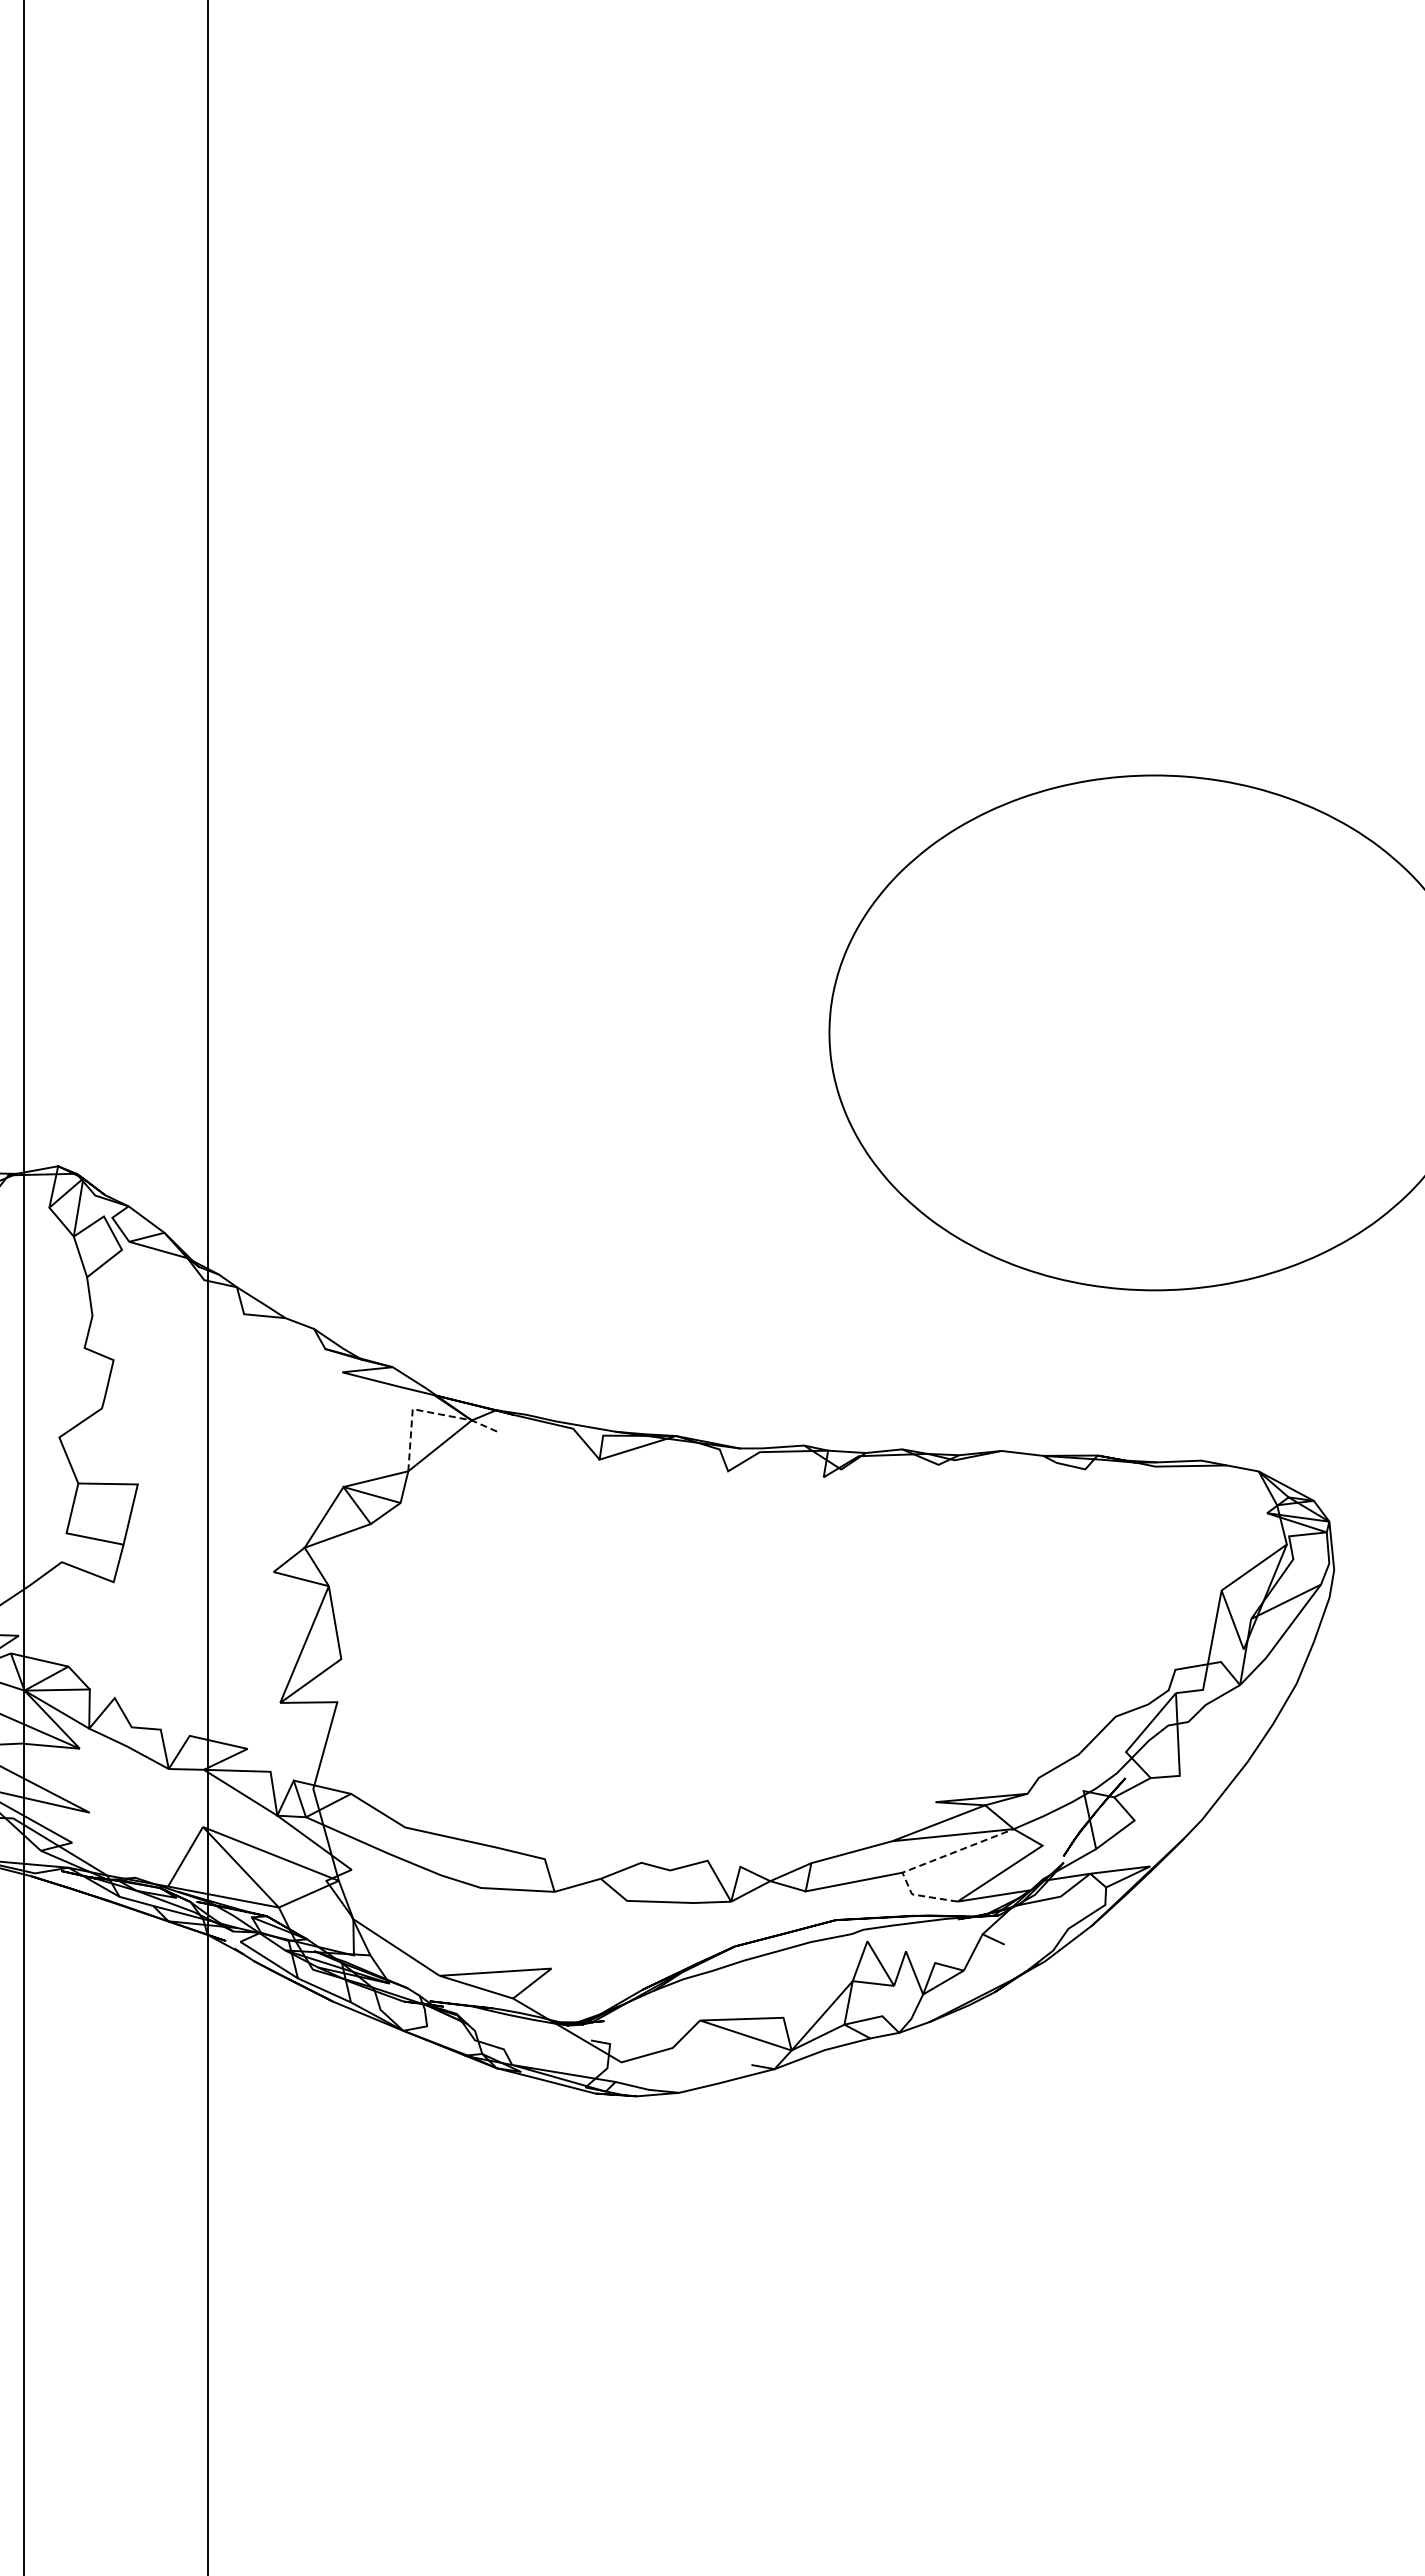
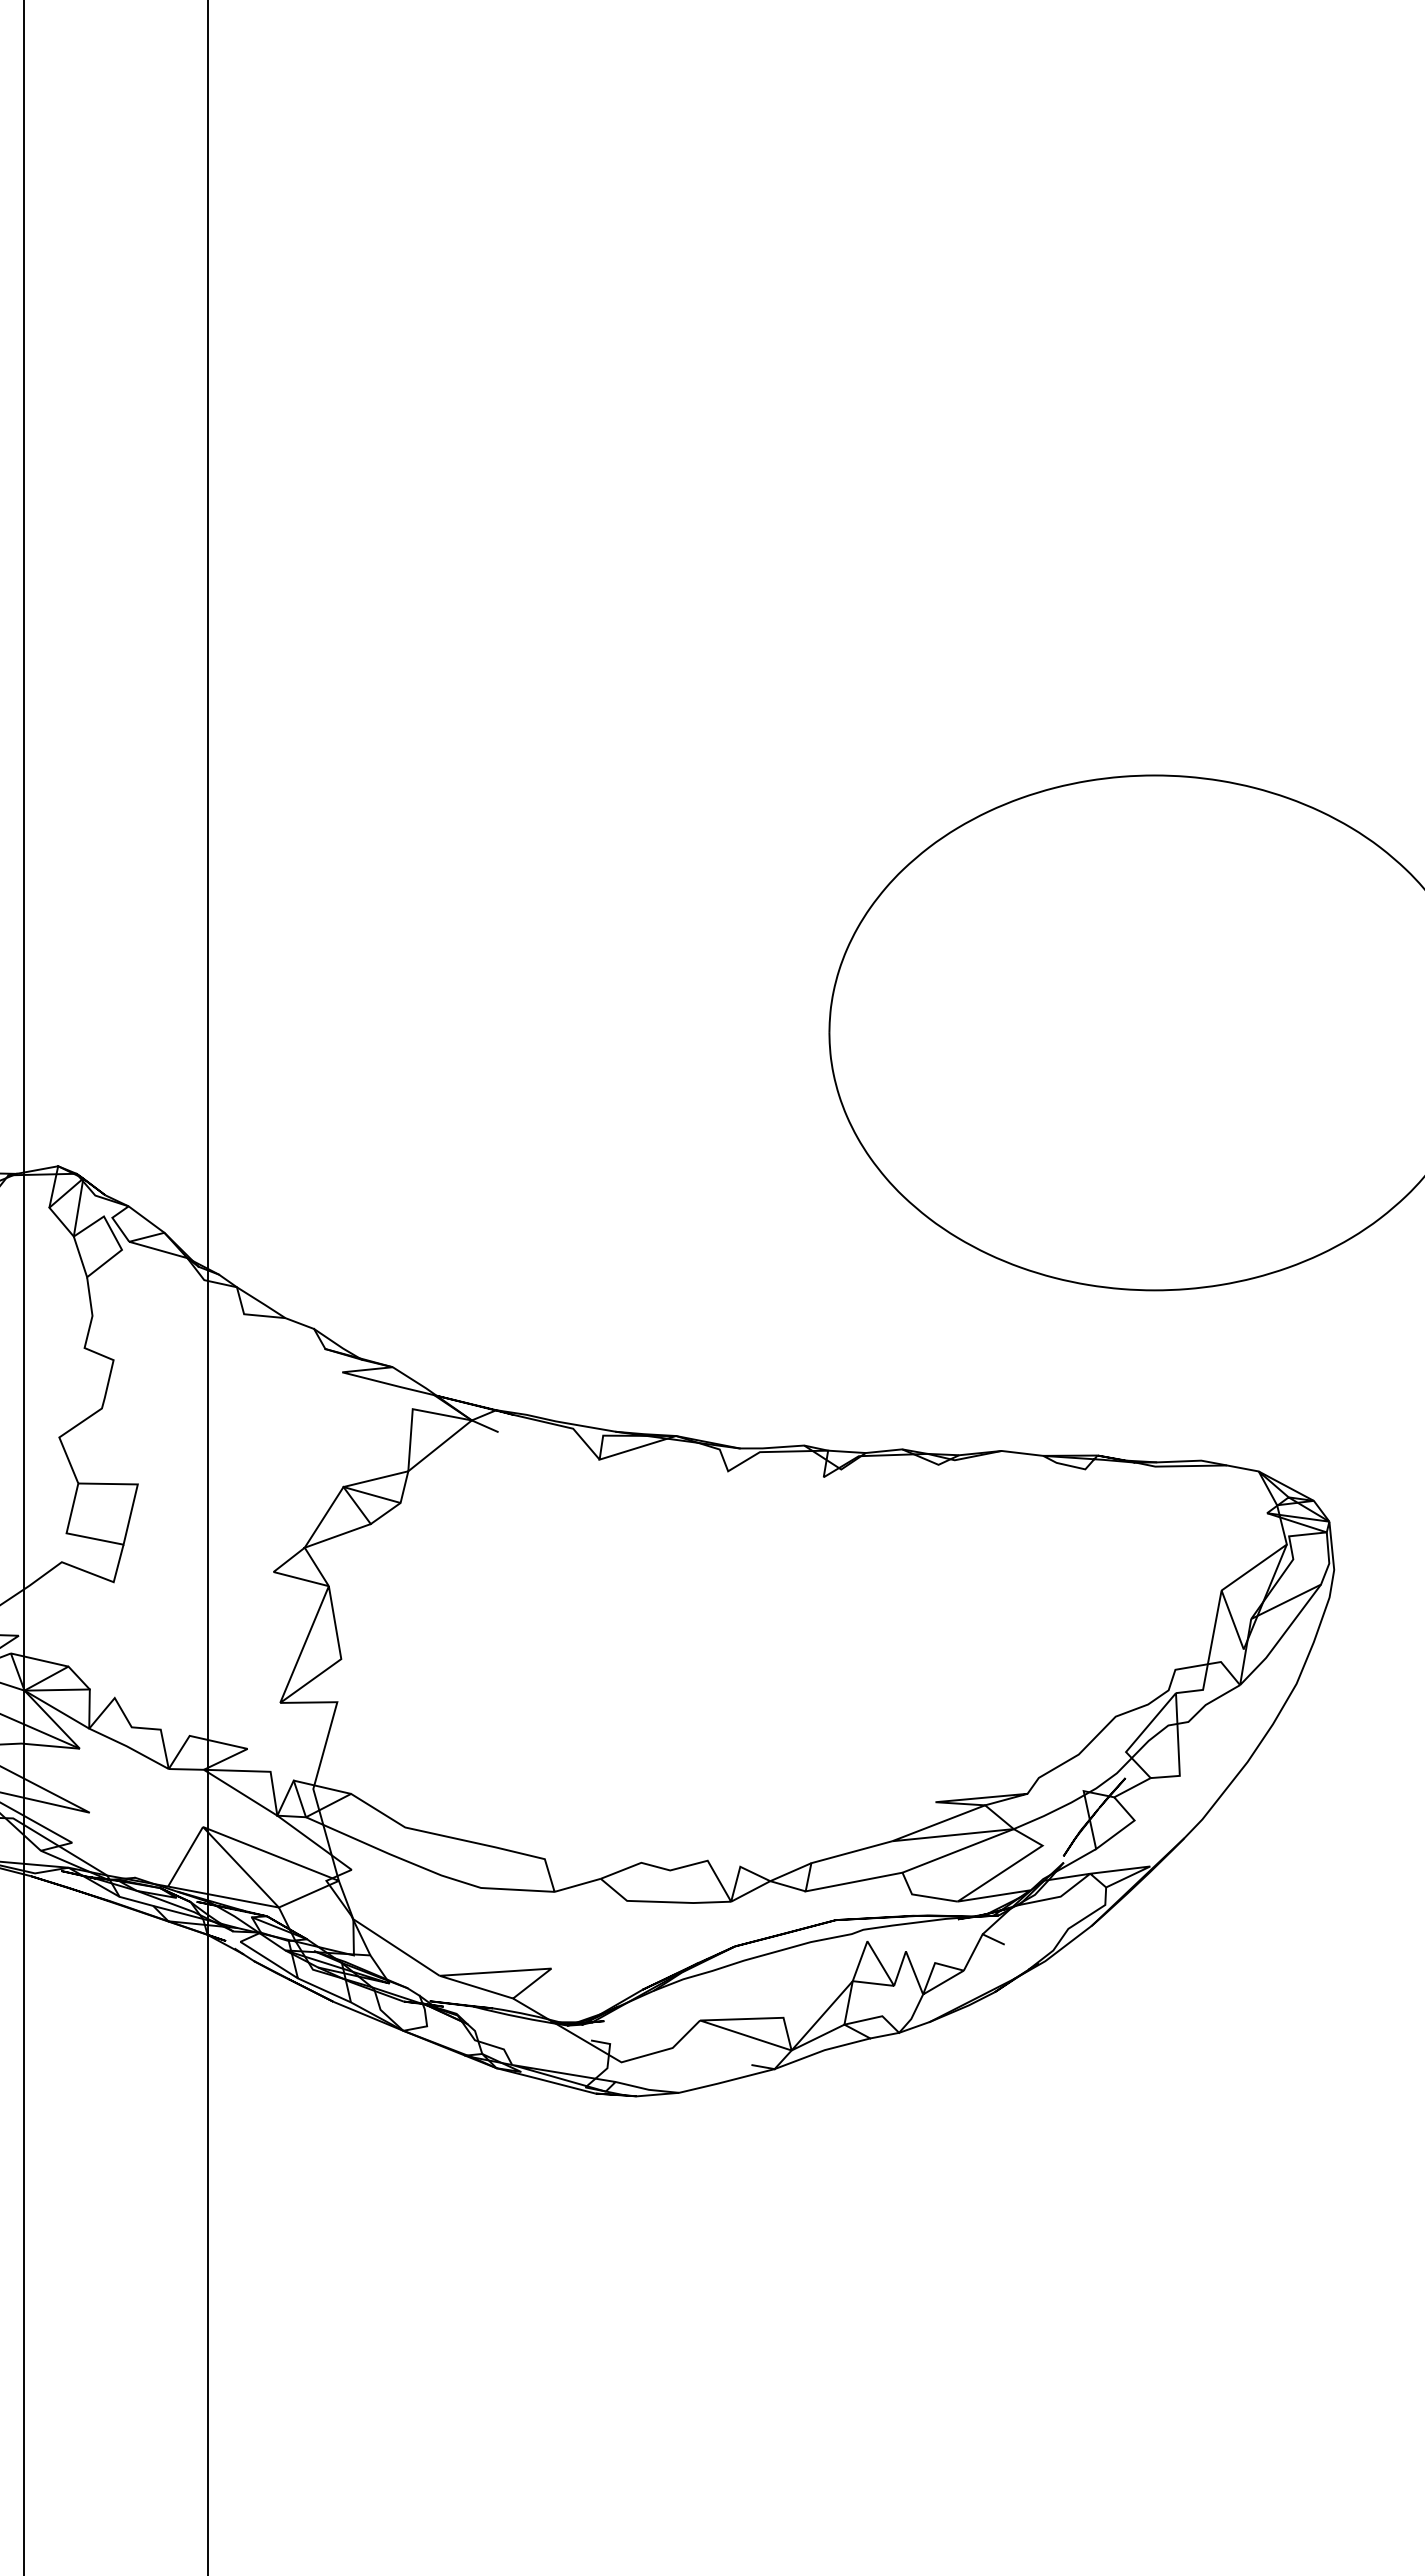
line at (426, 1411): dashed -> solid
line at (924, 1863): dashed -> solid
